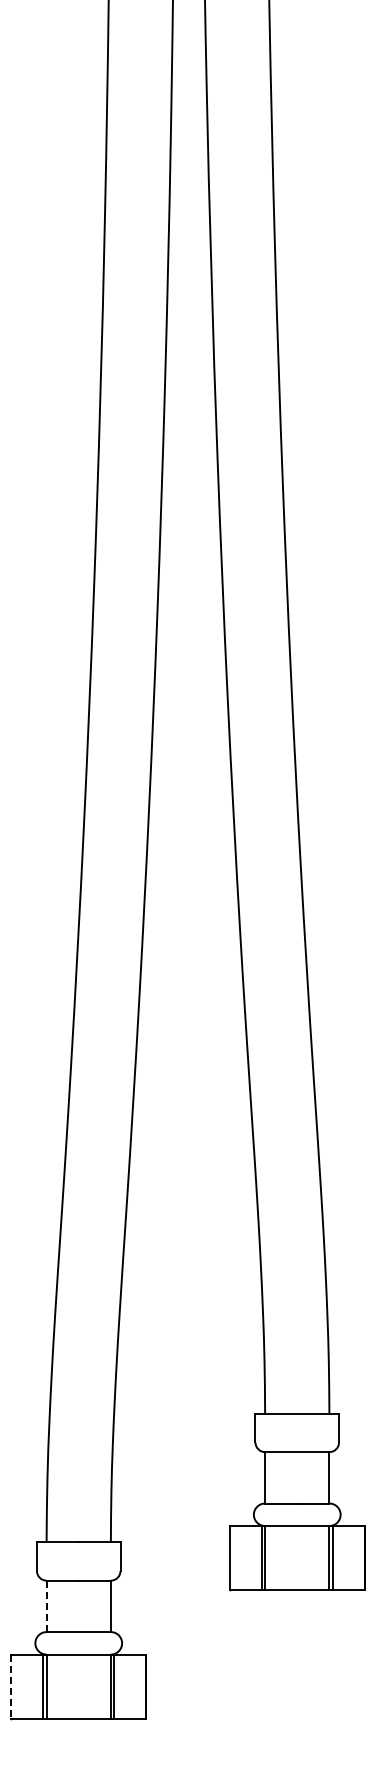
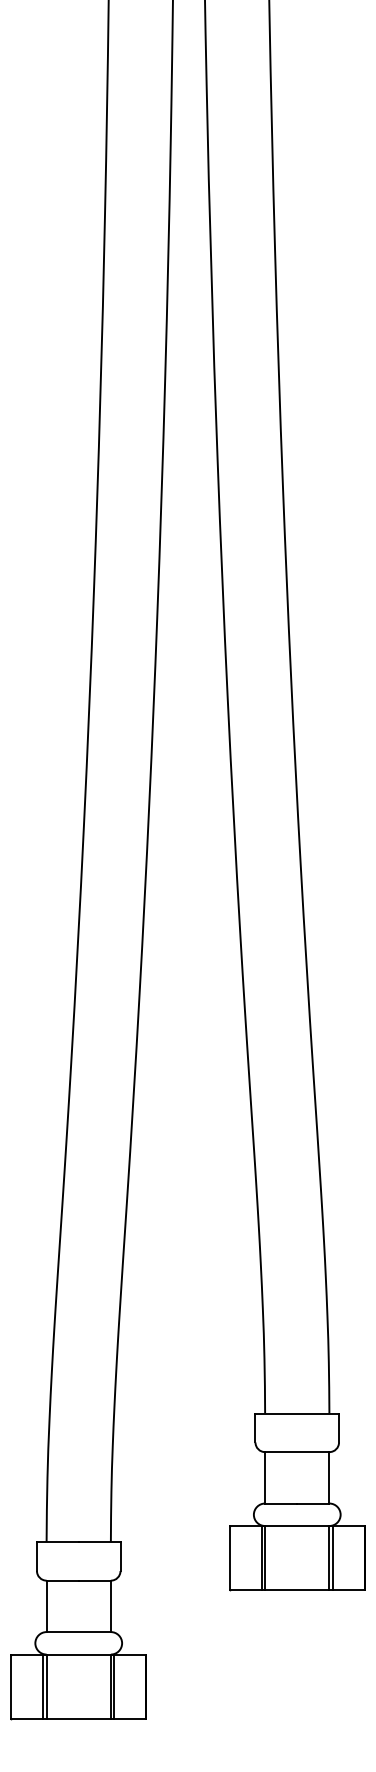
line at (46, 1606): dashed -> solid
line at (11, 1687): dashed -> solid
